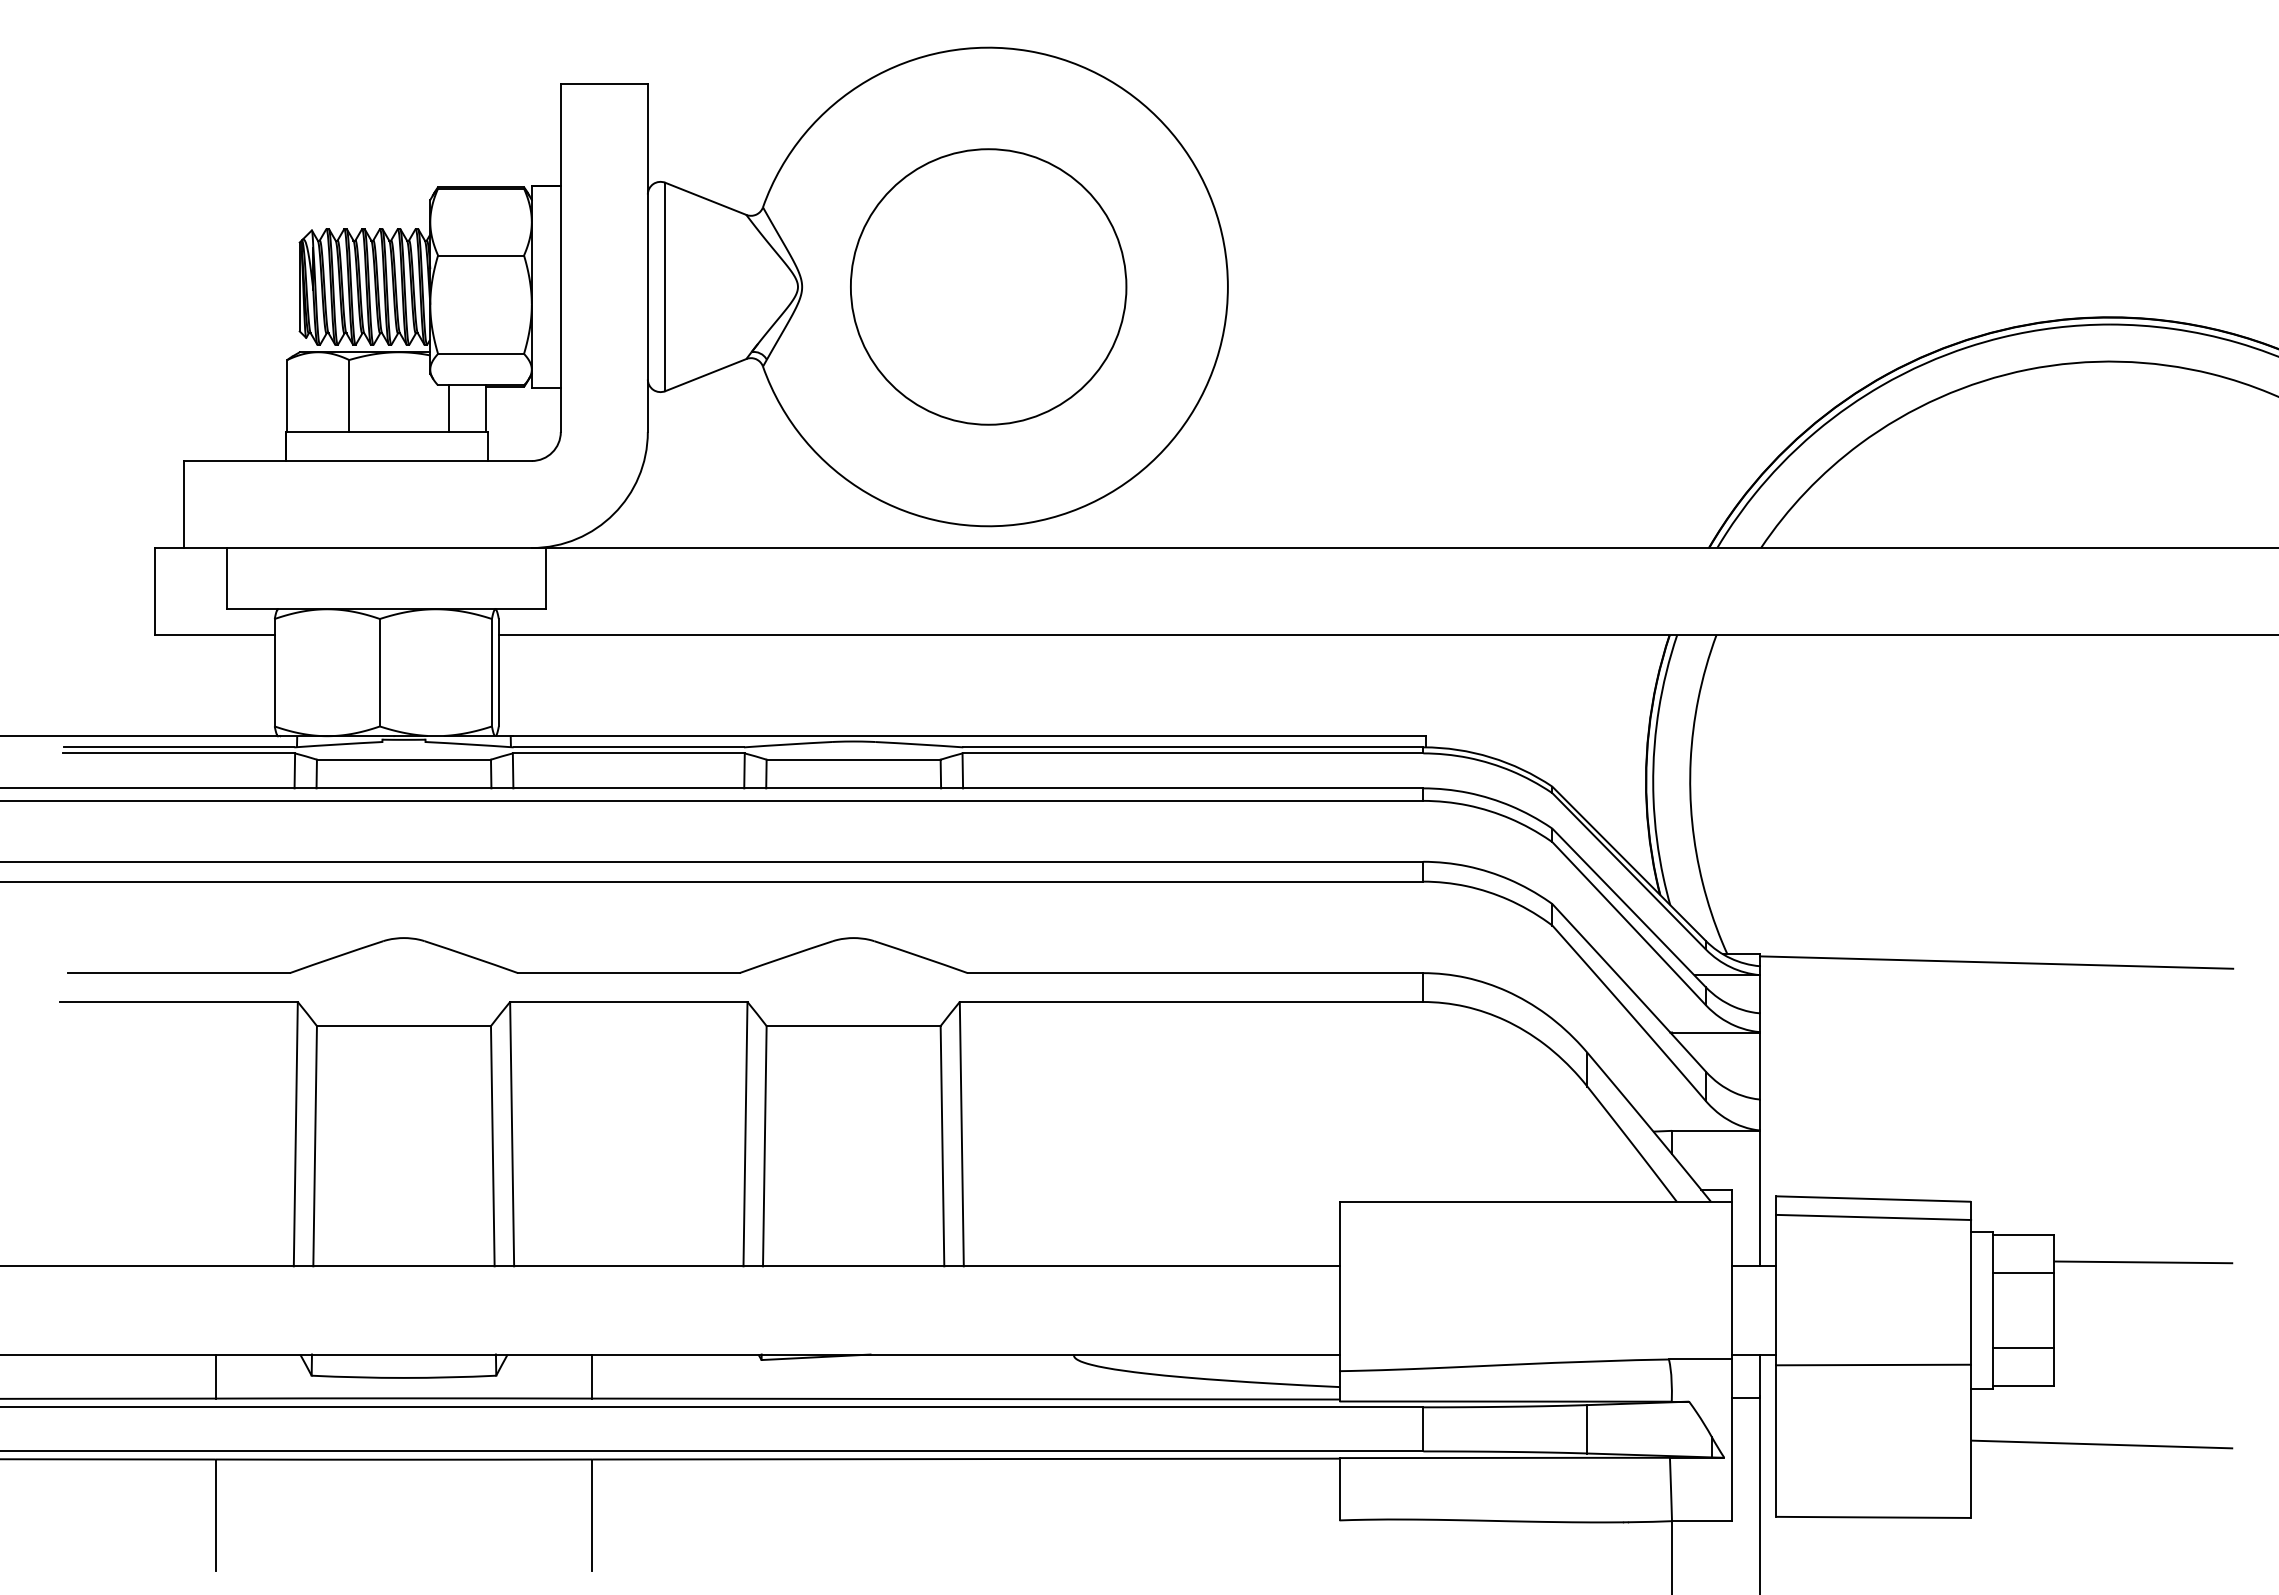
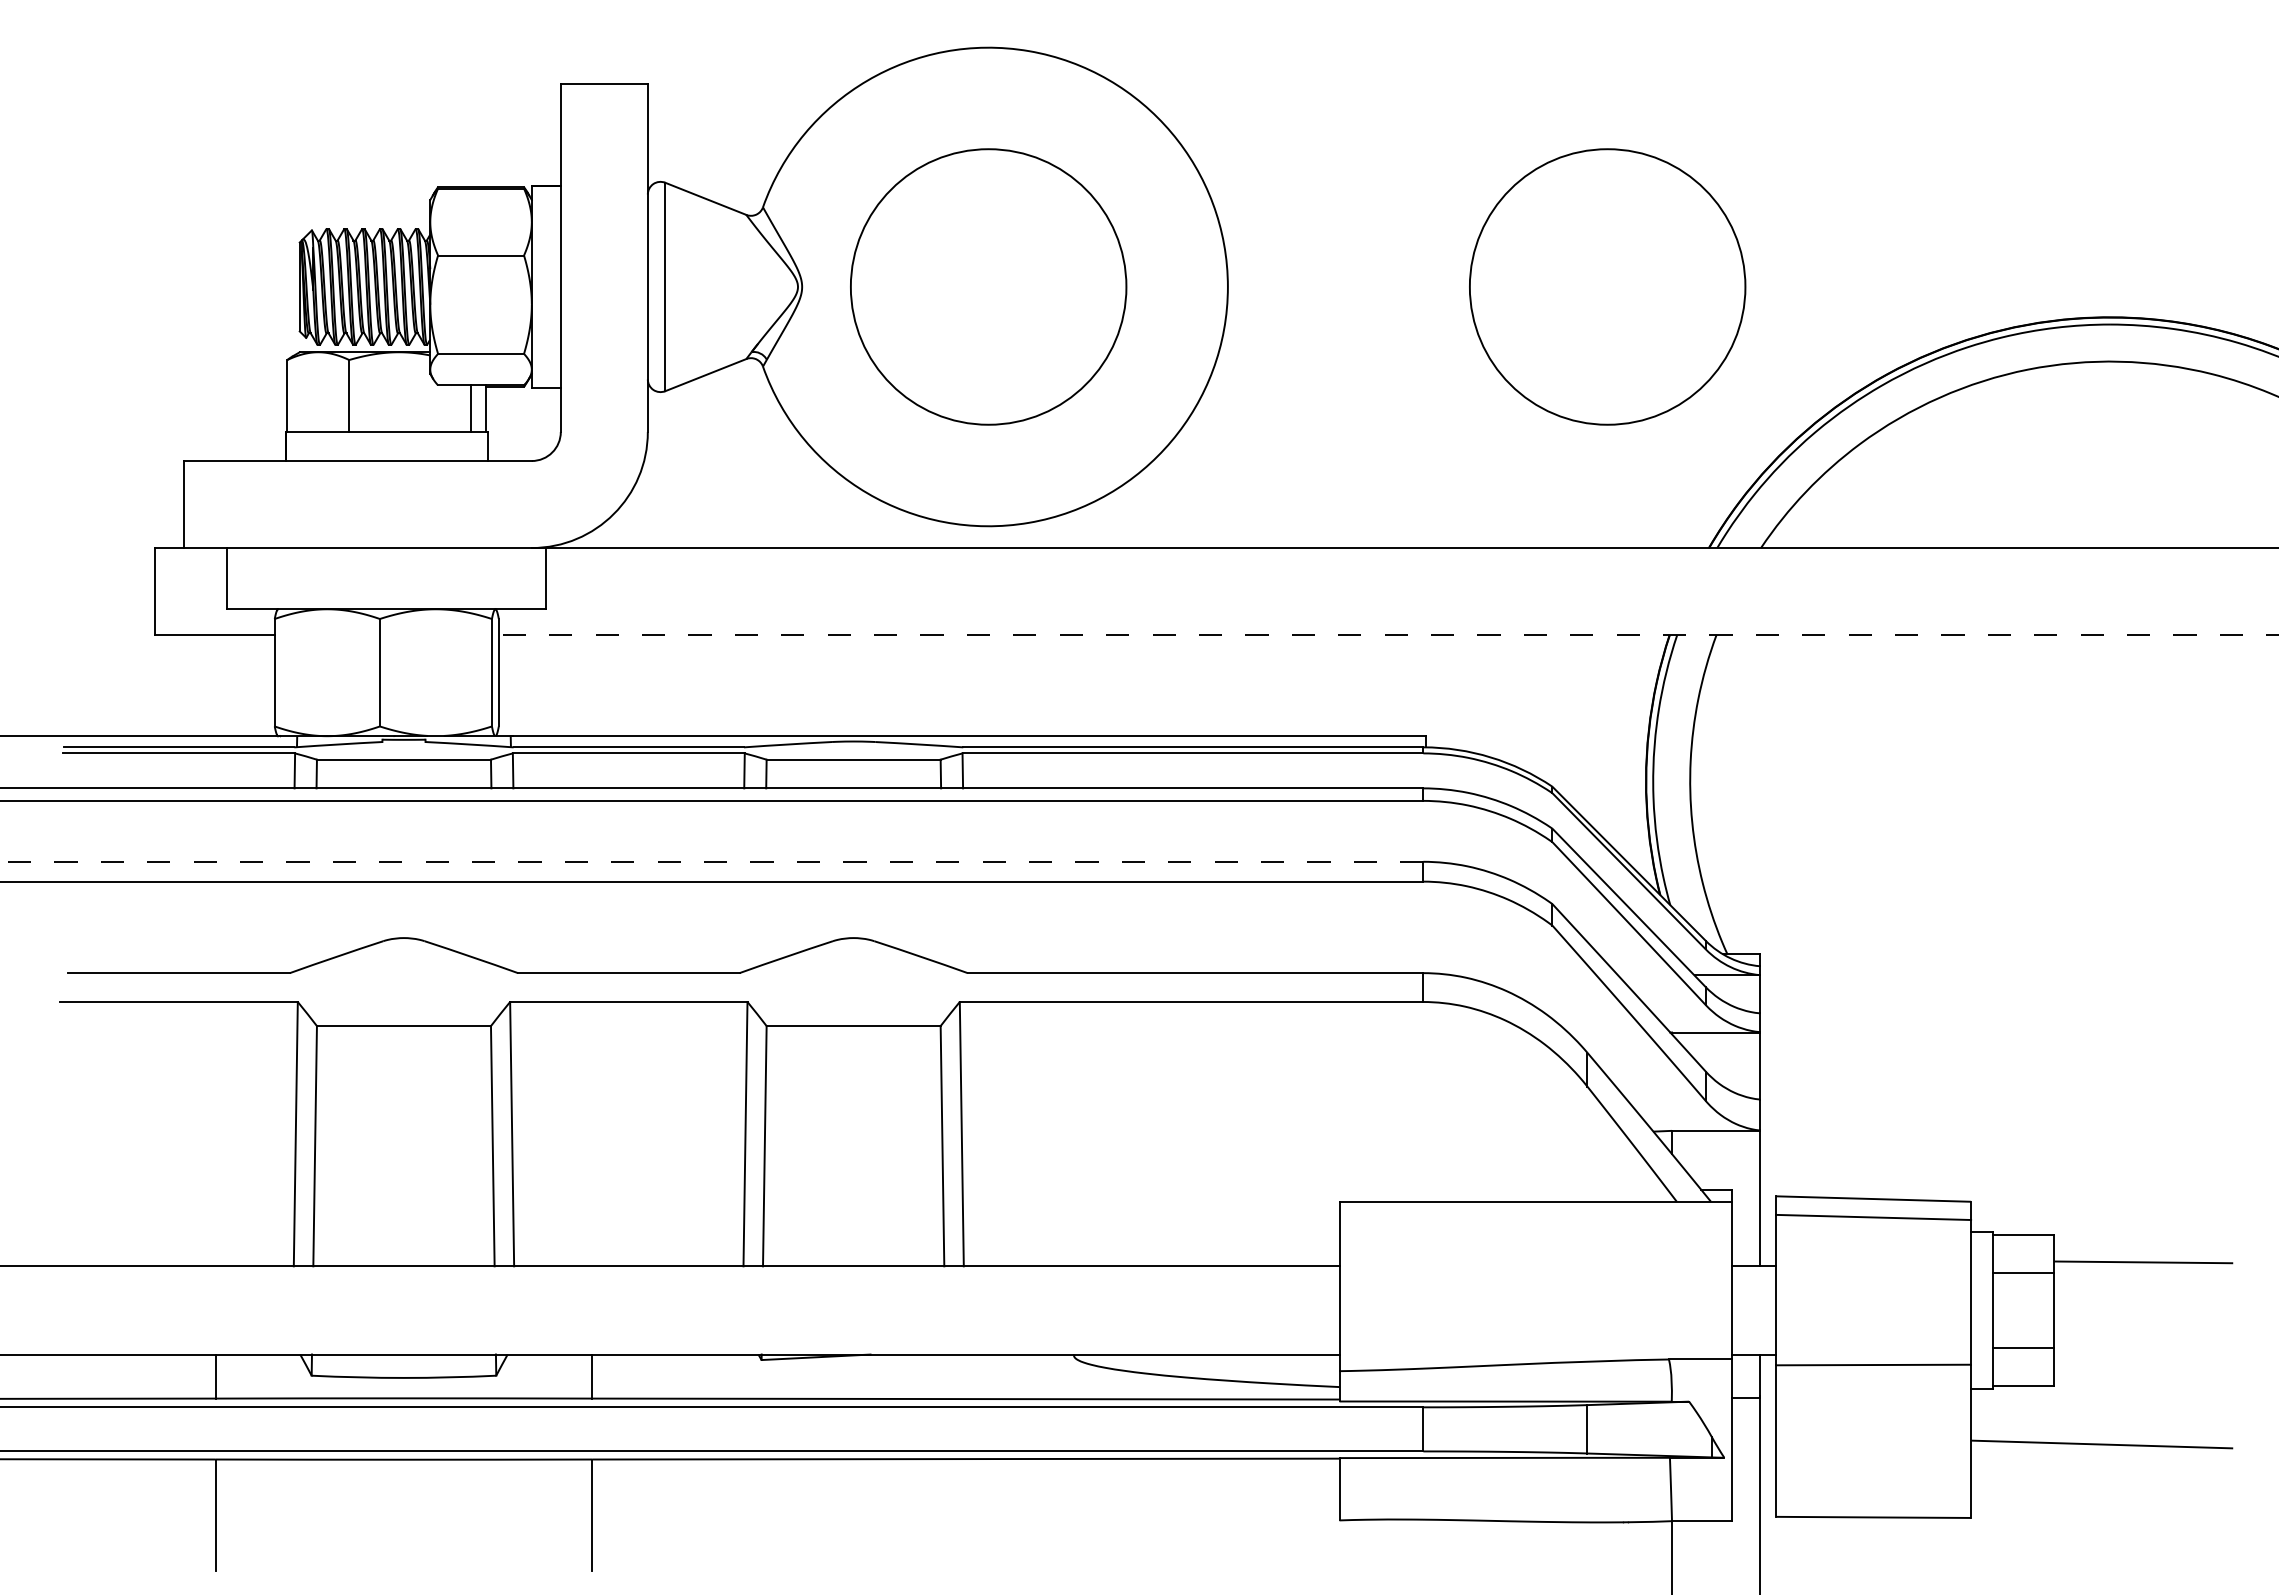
circle at (1607, 286): none -> present
line at (448, 408) position: (448, 408) -> (470, 408)
line at (1388, 635): solid -> dashed
line at (711, 861): solid -> dashed
line at (1996, 962): present -> none
